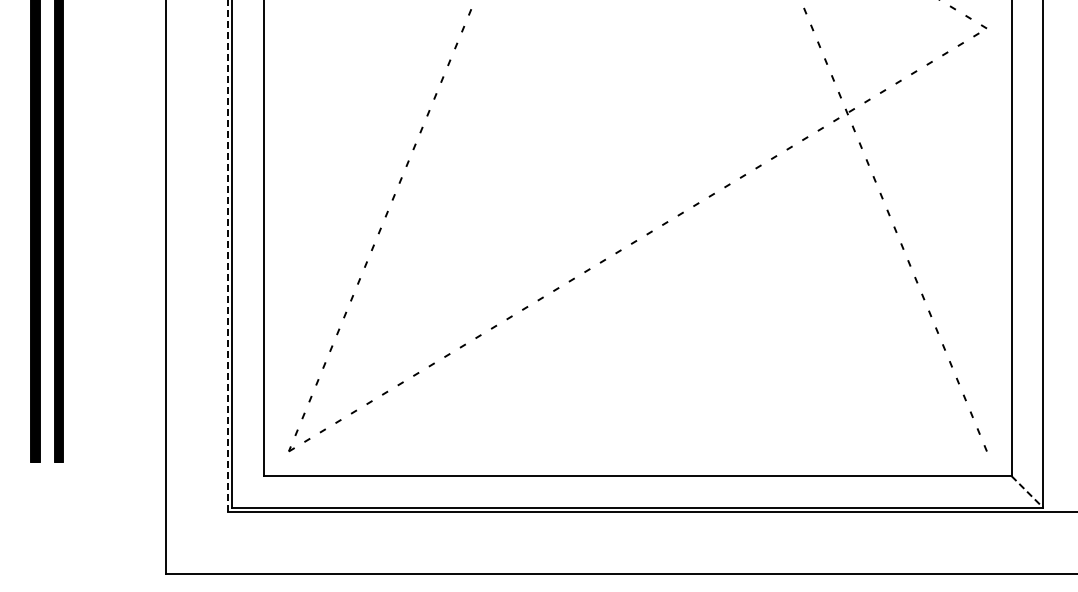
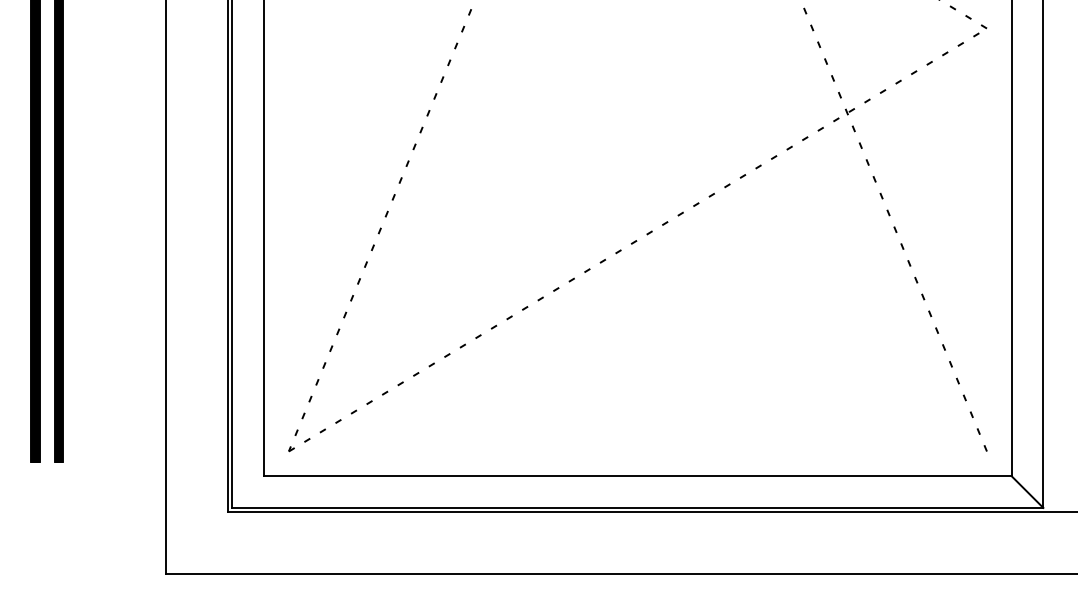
line at (227, 256): dashed -> solid
line at (1027, 492): dashed -> solid
